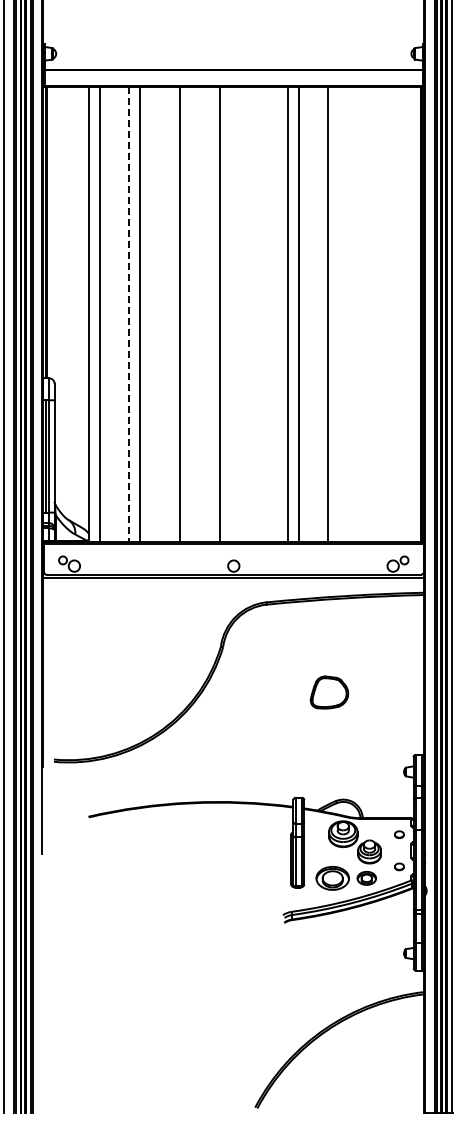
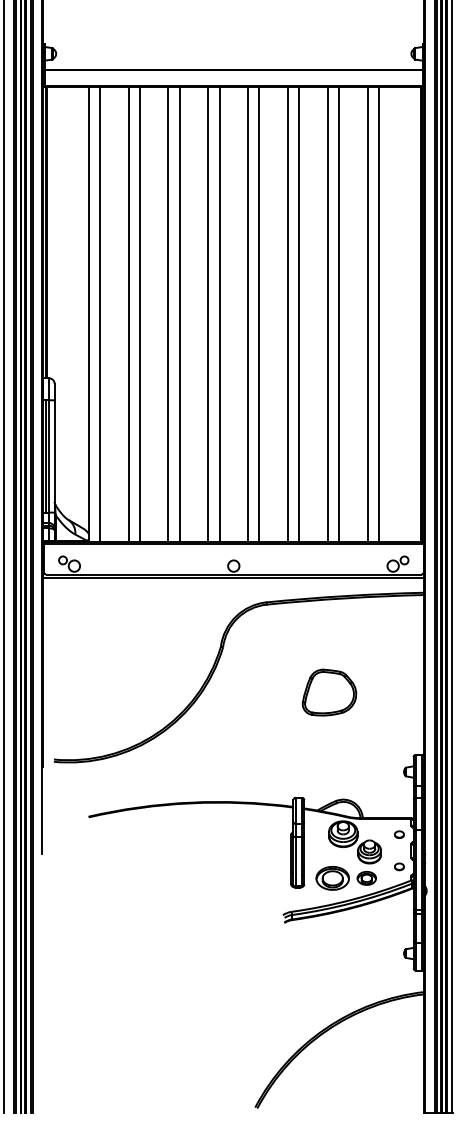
line at (128, 314): dashed -> solid
line at (168, 314): none -> present
line at (208, 314): none -> present
line at (248, 314): none -> present
line at (259, 314): none -> present
line at (339, 314): none -> present
line at (367, 314): none -> present
line at (378, 314): none -> present
part at (329, 692) size: 41x35 px -> 57x49 px
